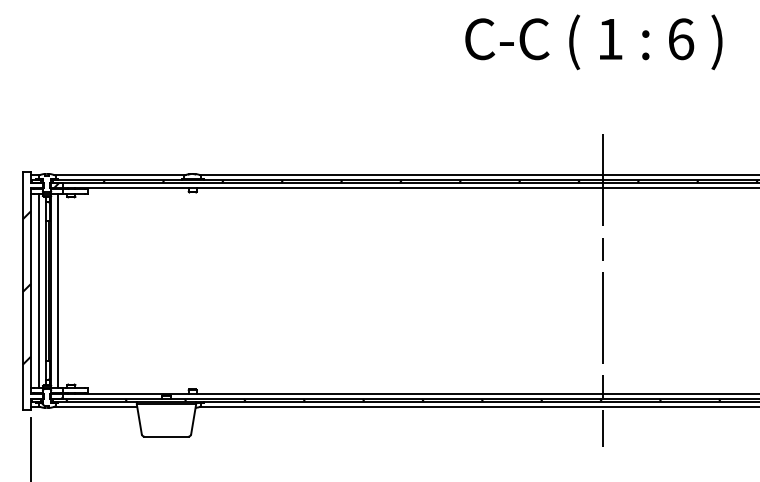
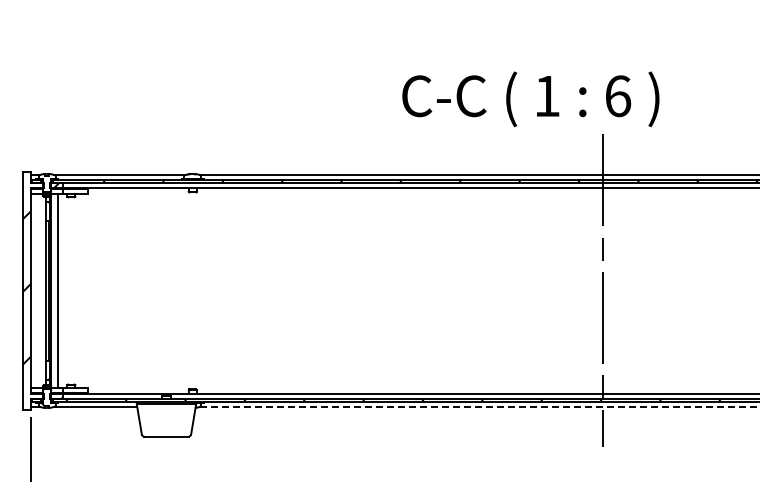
text at (593, 42) position: (593, 42) -> (530, 99)
line at (38, 290): present -> none
line at (479, 406): solid -> dashed
